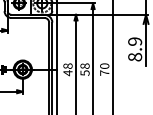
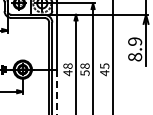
text at (104, 69): 70 -> 45
line at (57, 92): solid -> dashed
